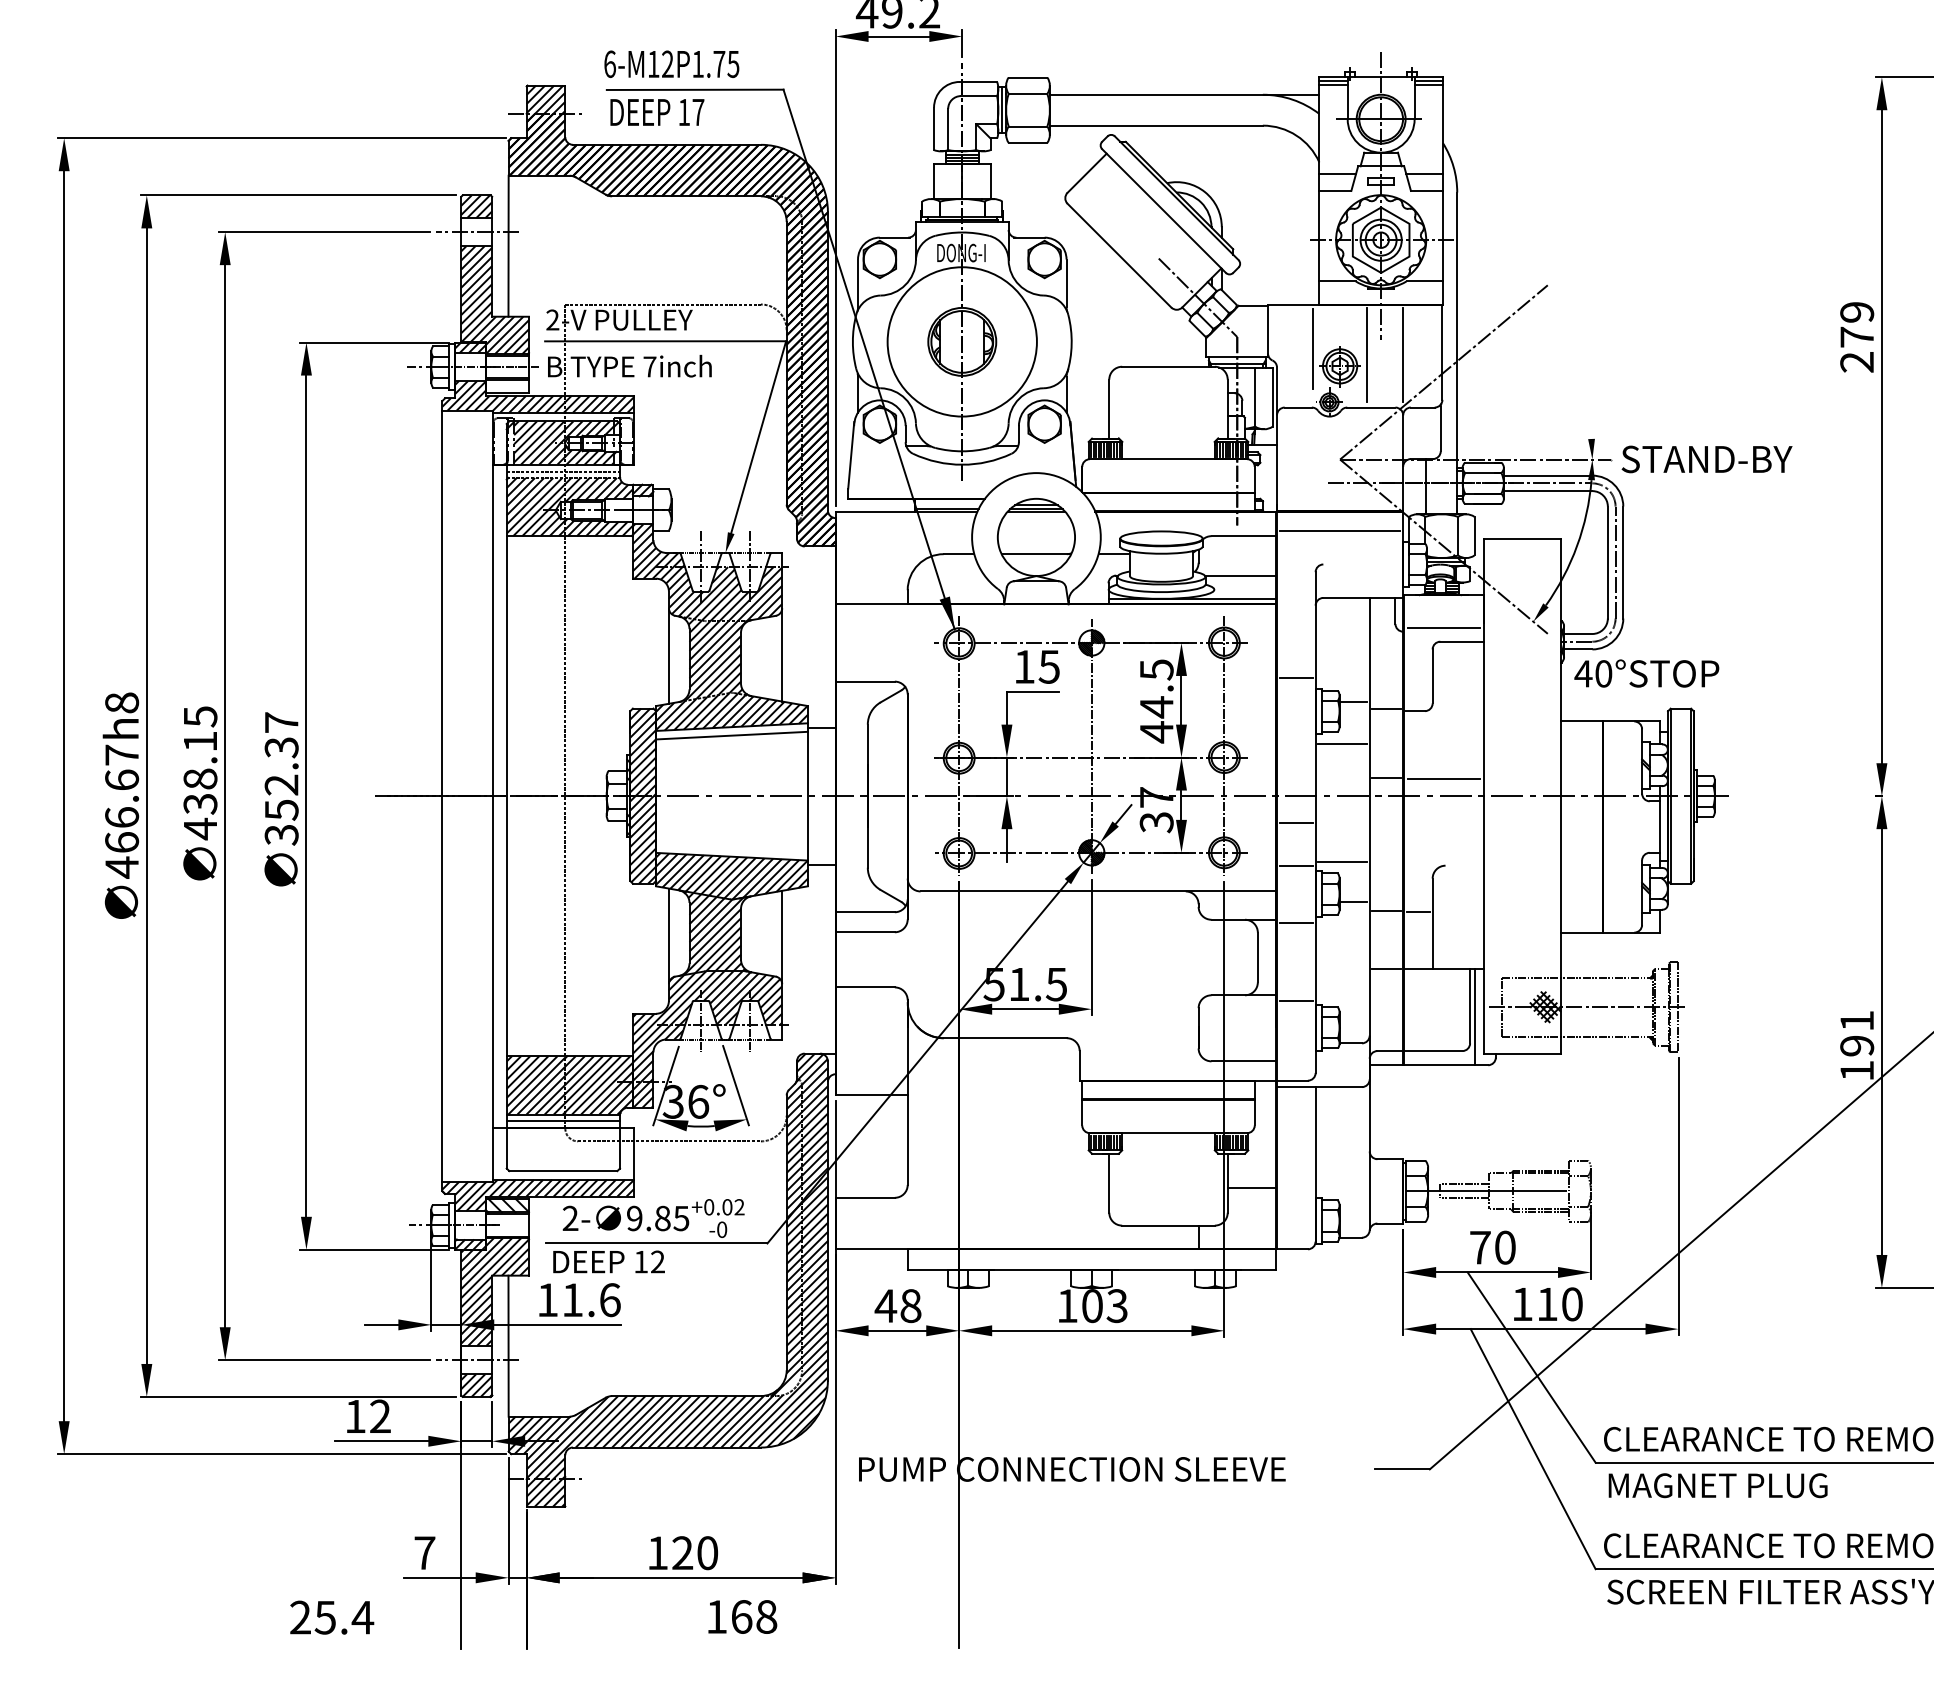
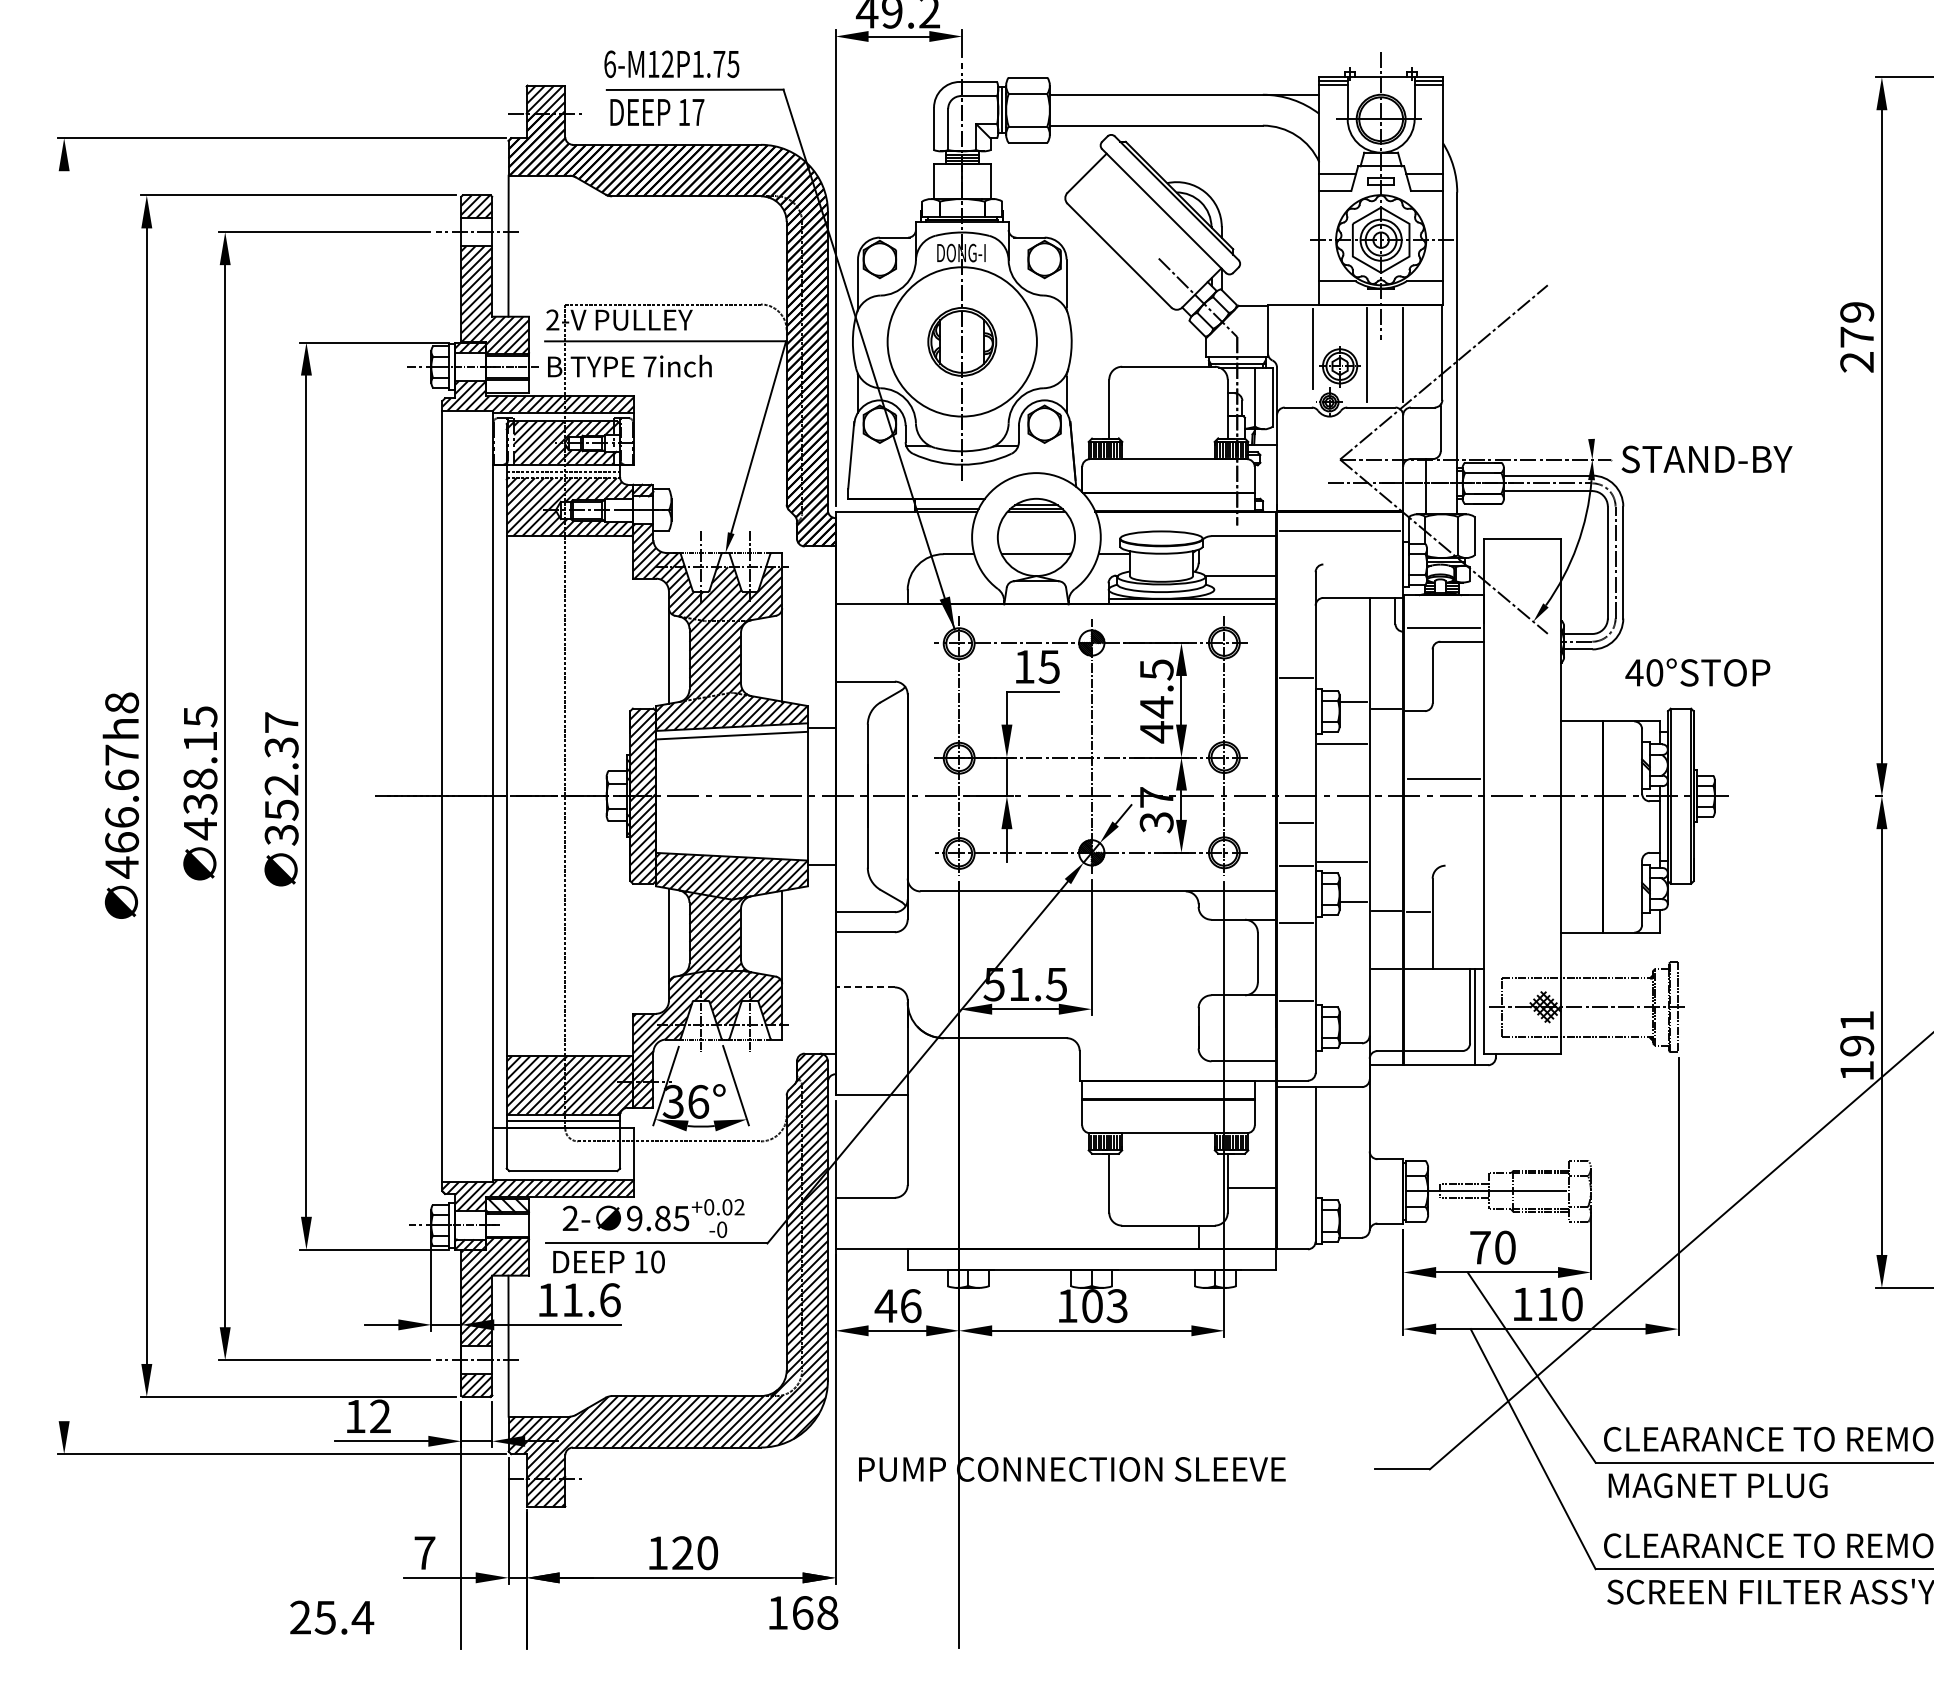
text at (1646, 673) position: (1646, 673) -> (1697, 672)
line at (1386, 778): present -> none
line at (64, 796): present -> none
line at (865, 987): solid -> dashed
text at (657, 1261): 12 -> 10
text at (910, 1305): 48 -> 46
text at (742, 1616) position: (742, 1616) -> (803, 1612)
